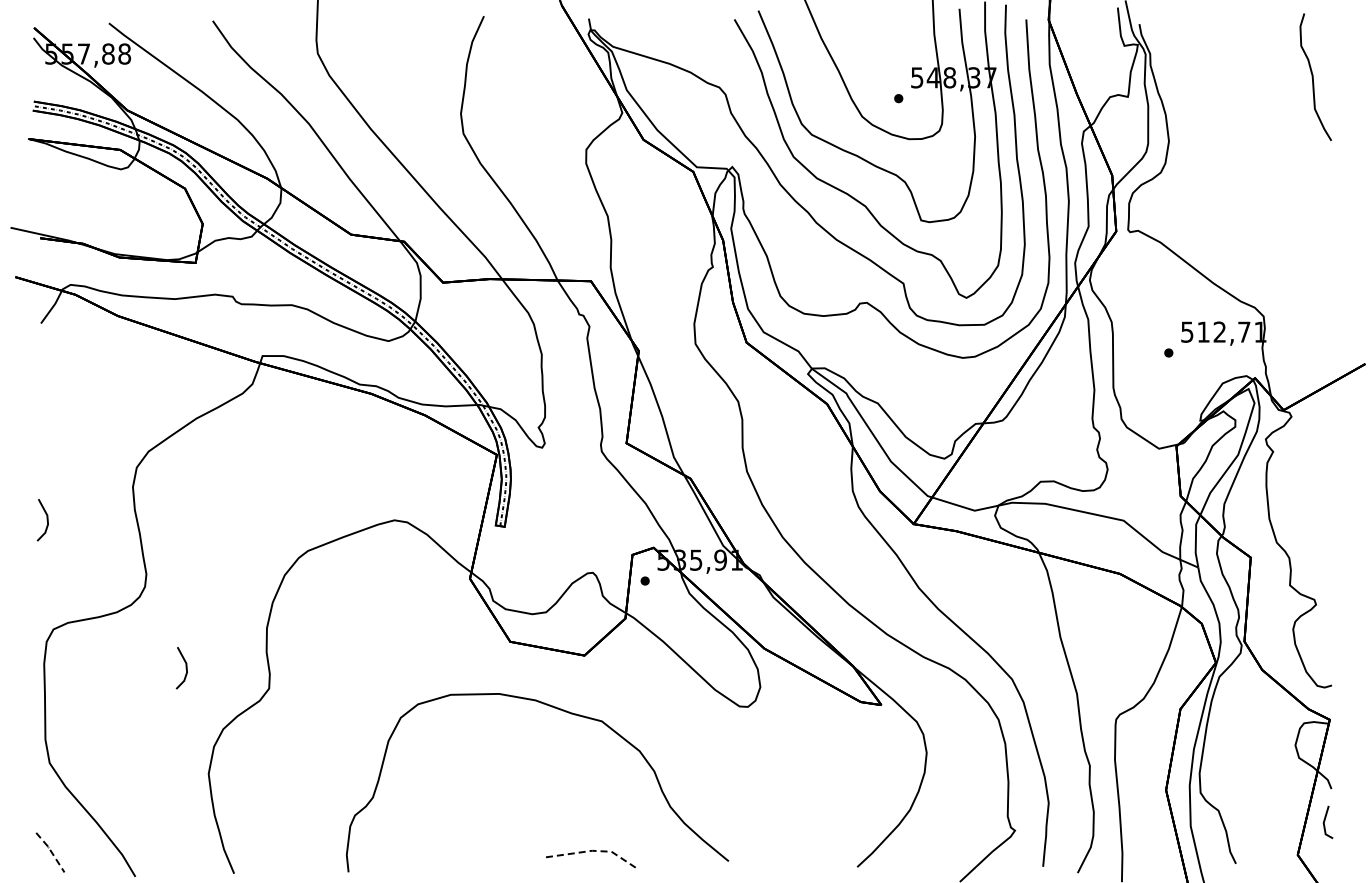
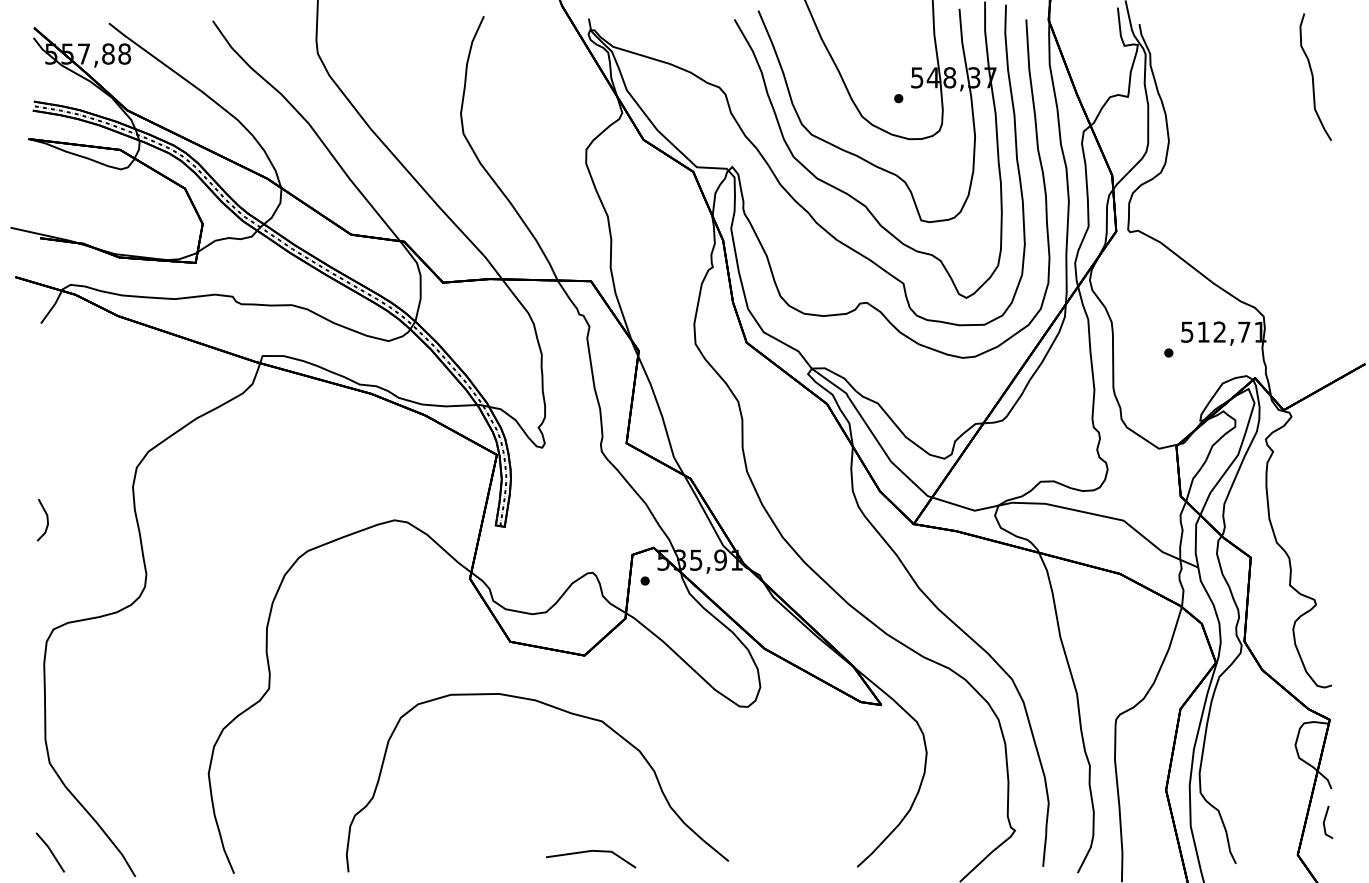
line at (185, 668): present -> none
line at (594, 850): dashed -> solid
line at (51, 851): dashed -> solid
